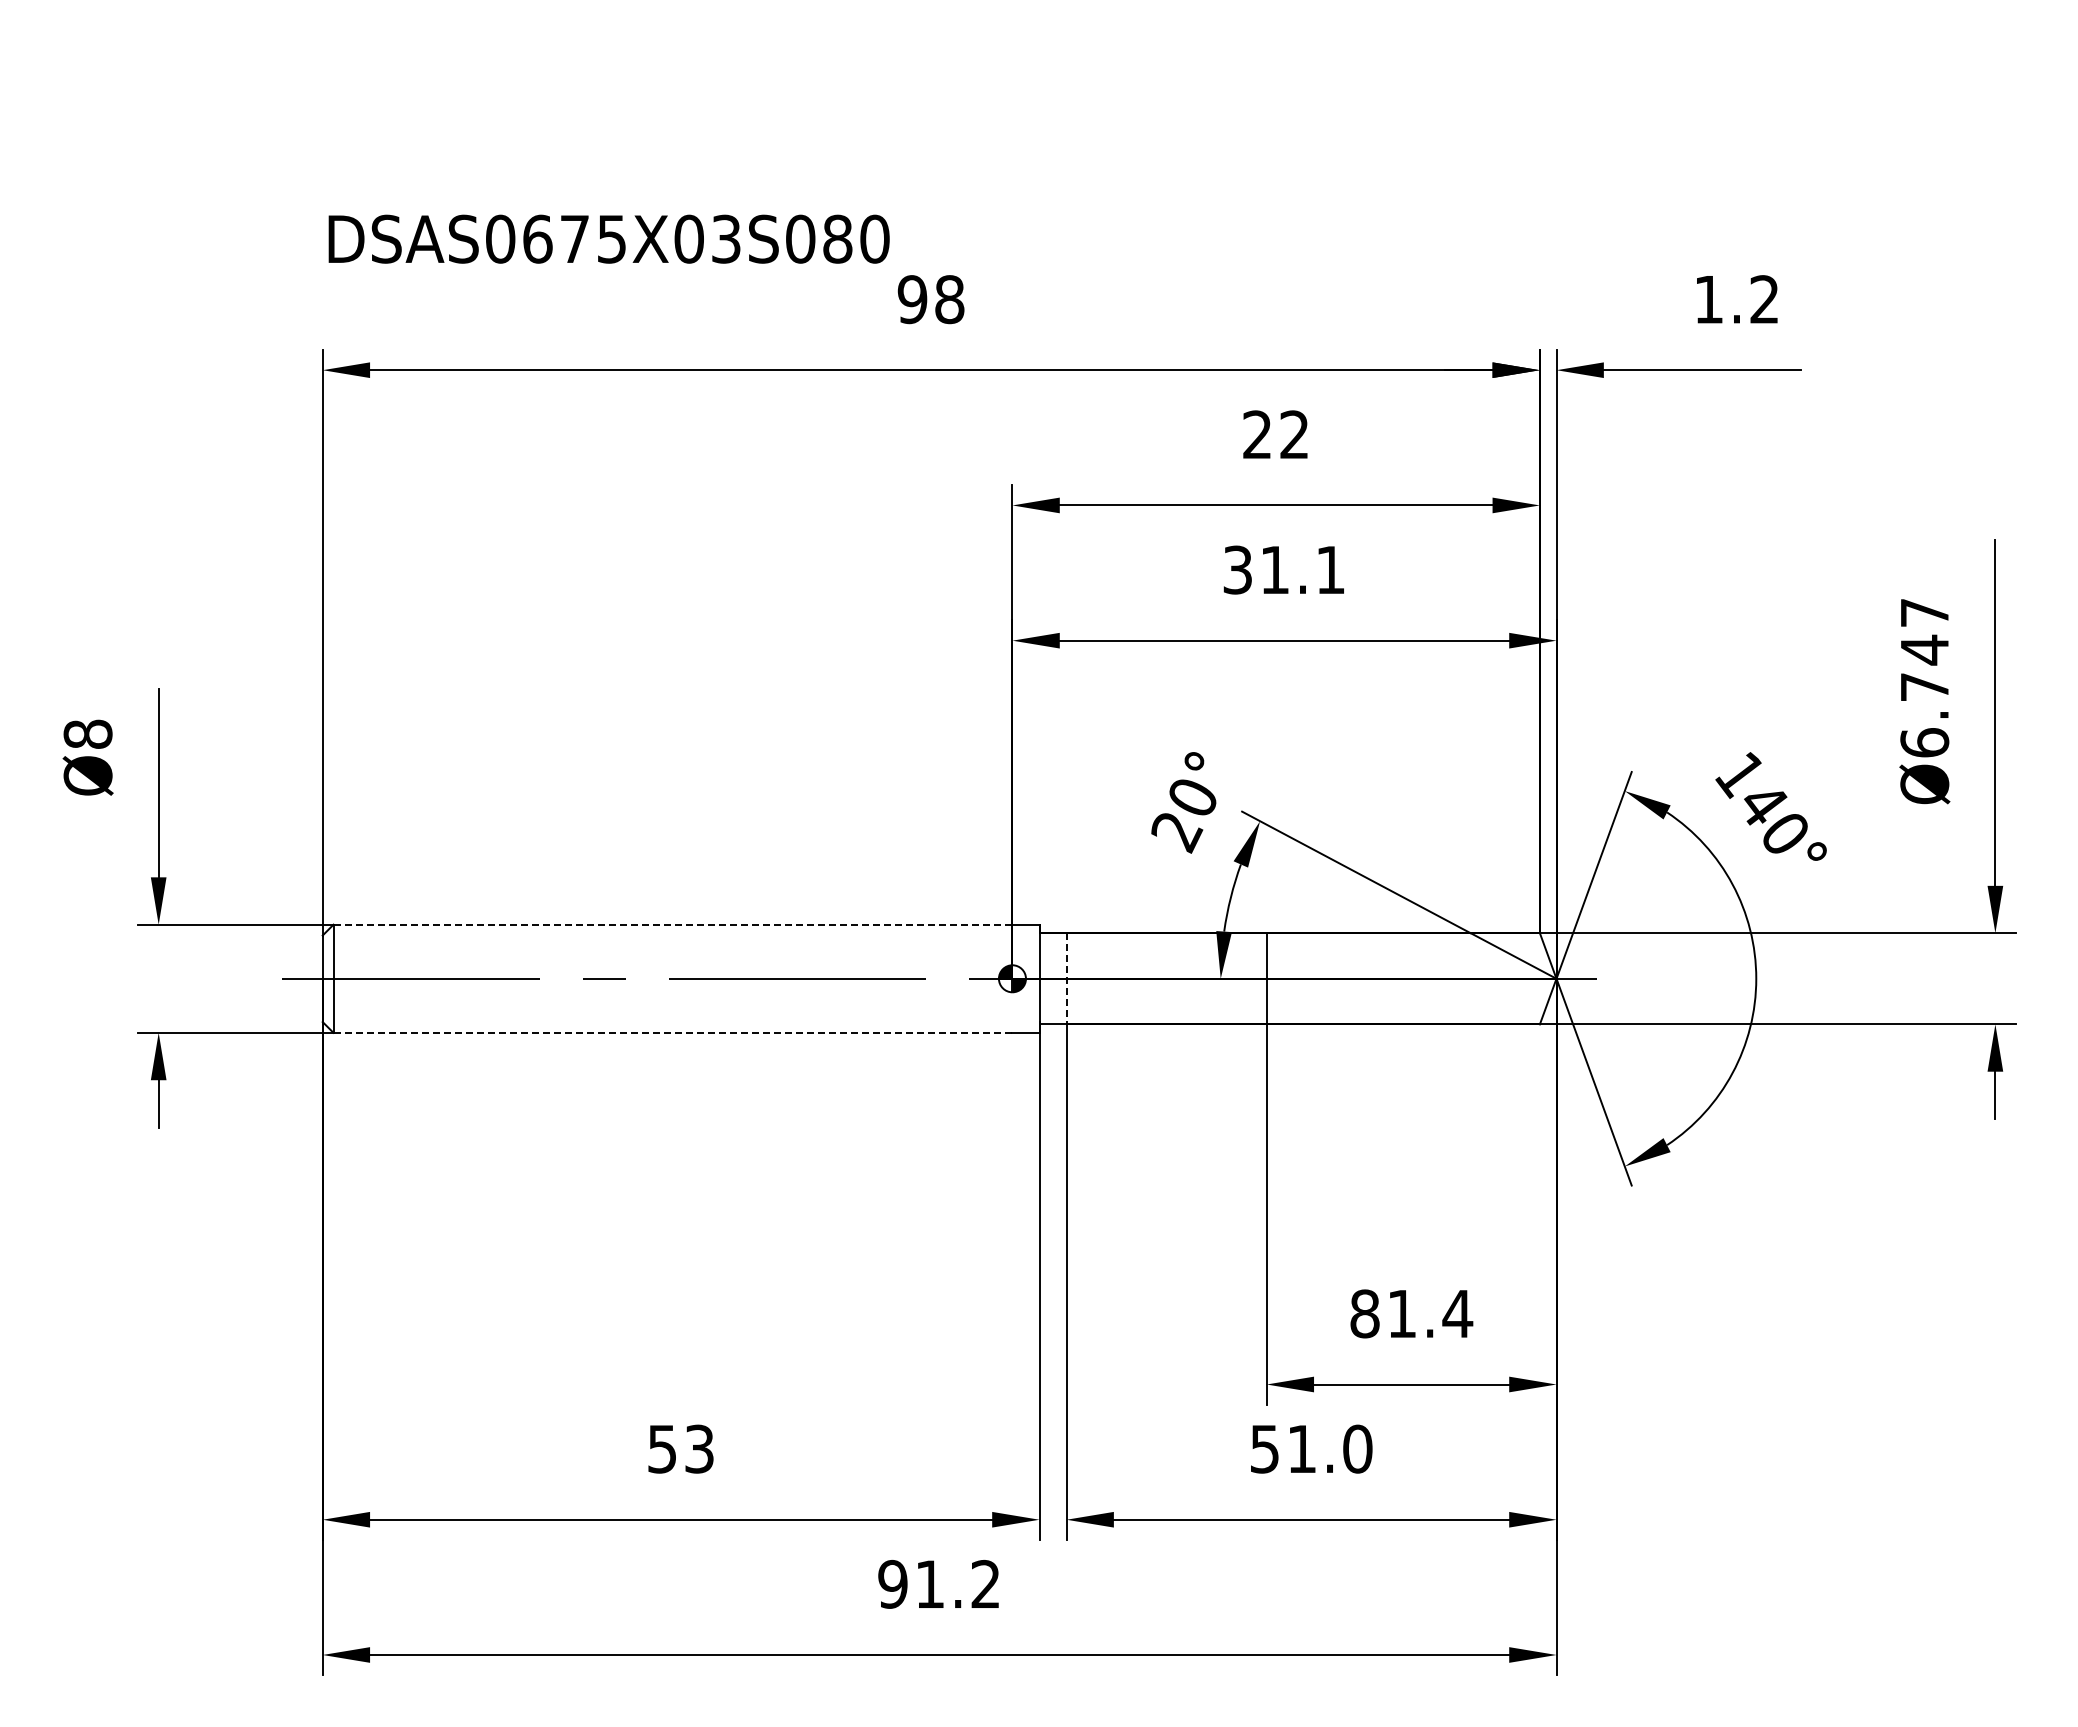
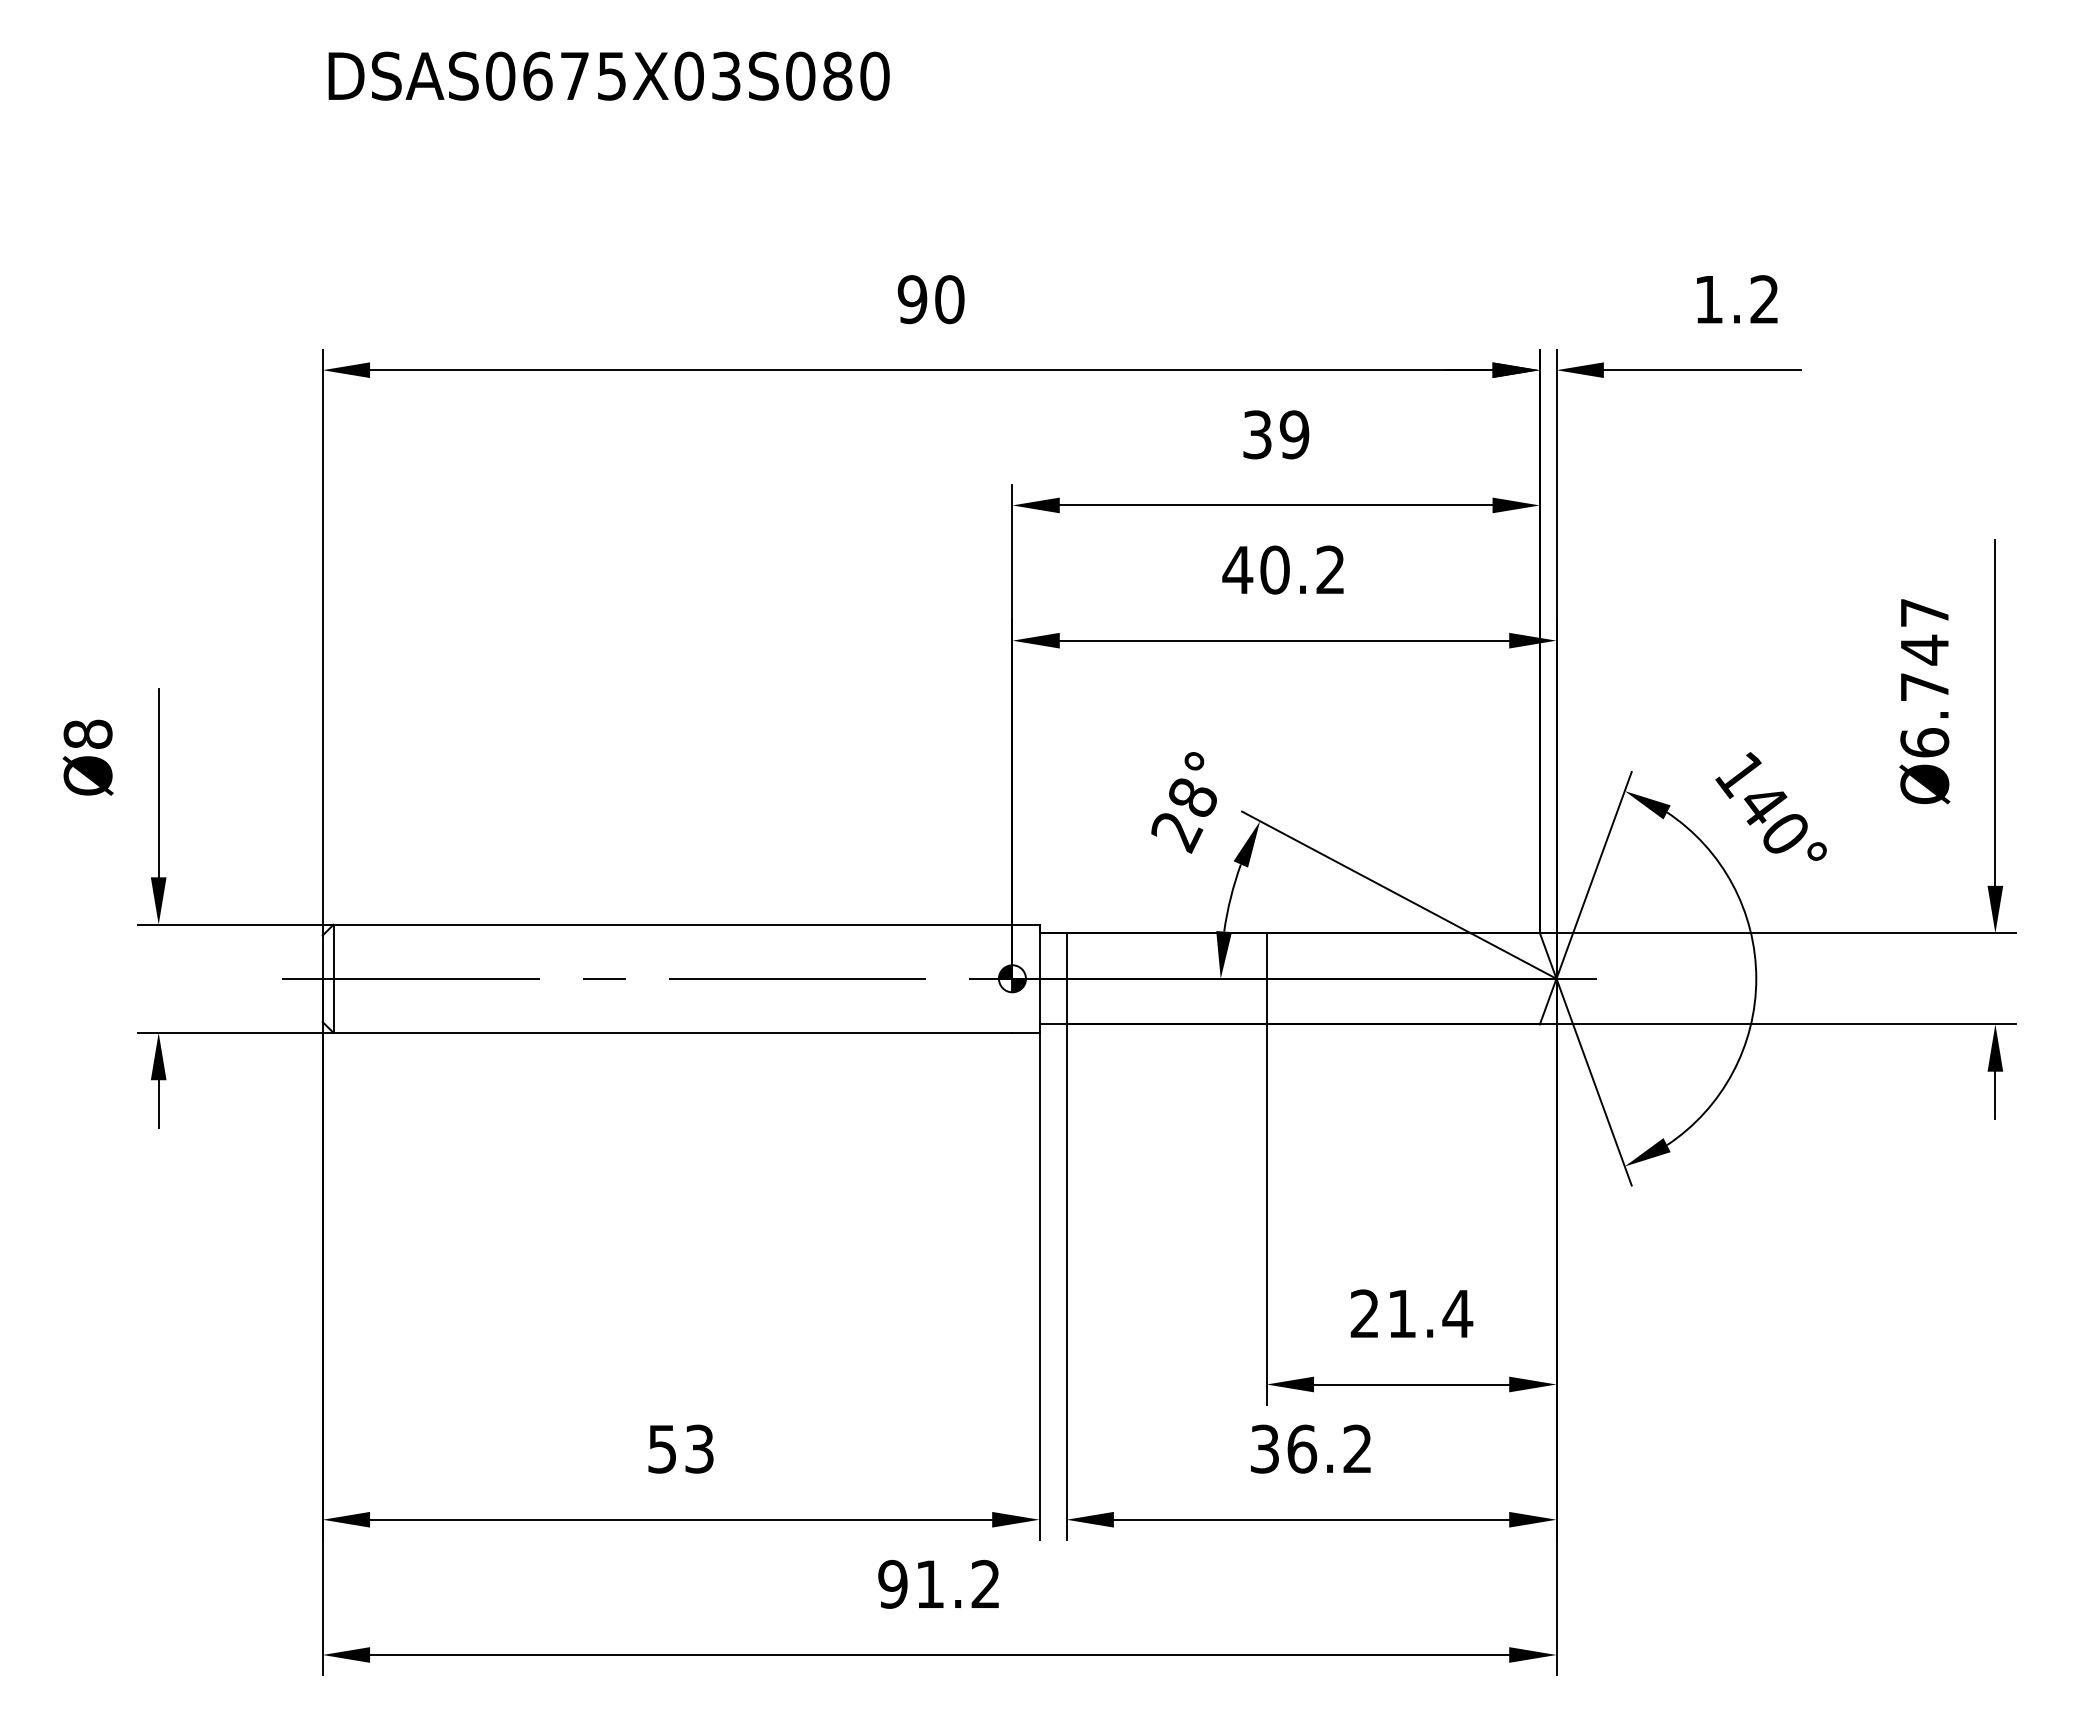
text at (608, 238) position: (608, 238) -> (608, 75)
text at (949, 299): 98 -> 90
text at (1276, 434): 22 -> 39
text at (1282, 569): 31.1 -> 40.2
text at (1192, 797): 20° -> 28°
line at (672, 924): dashed -> solid
line at (1066, 978): dashed -> solid
line at (673, 1032): dashed -> solid
text at (1364, 1313): 81.4 -> 21.4
text at (1311, 1448): 51.0 -> 36.2
